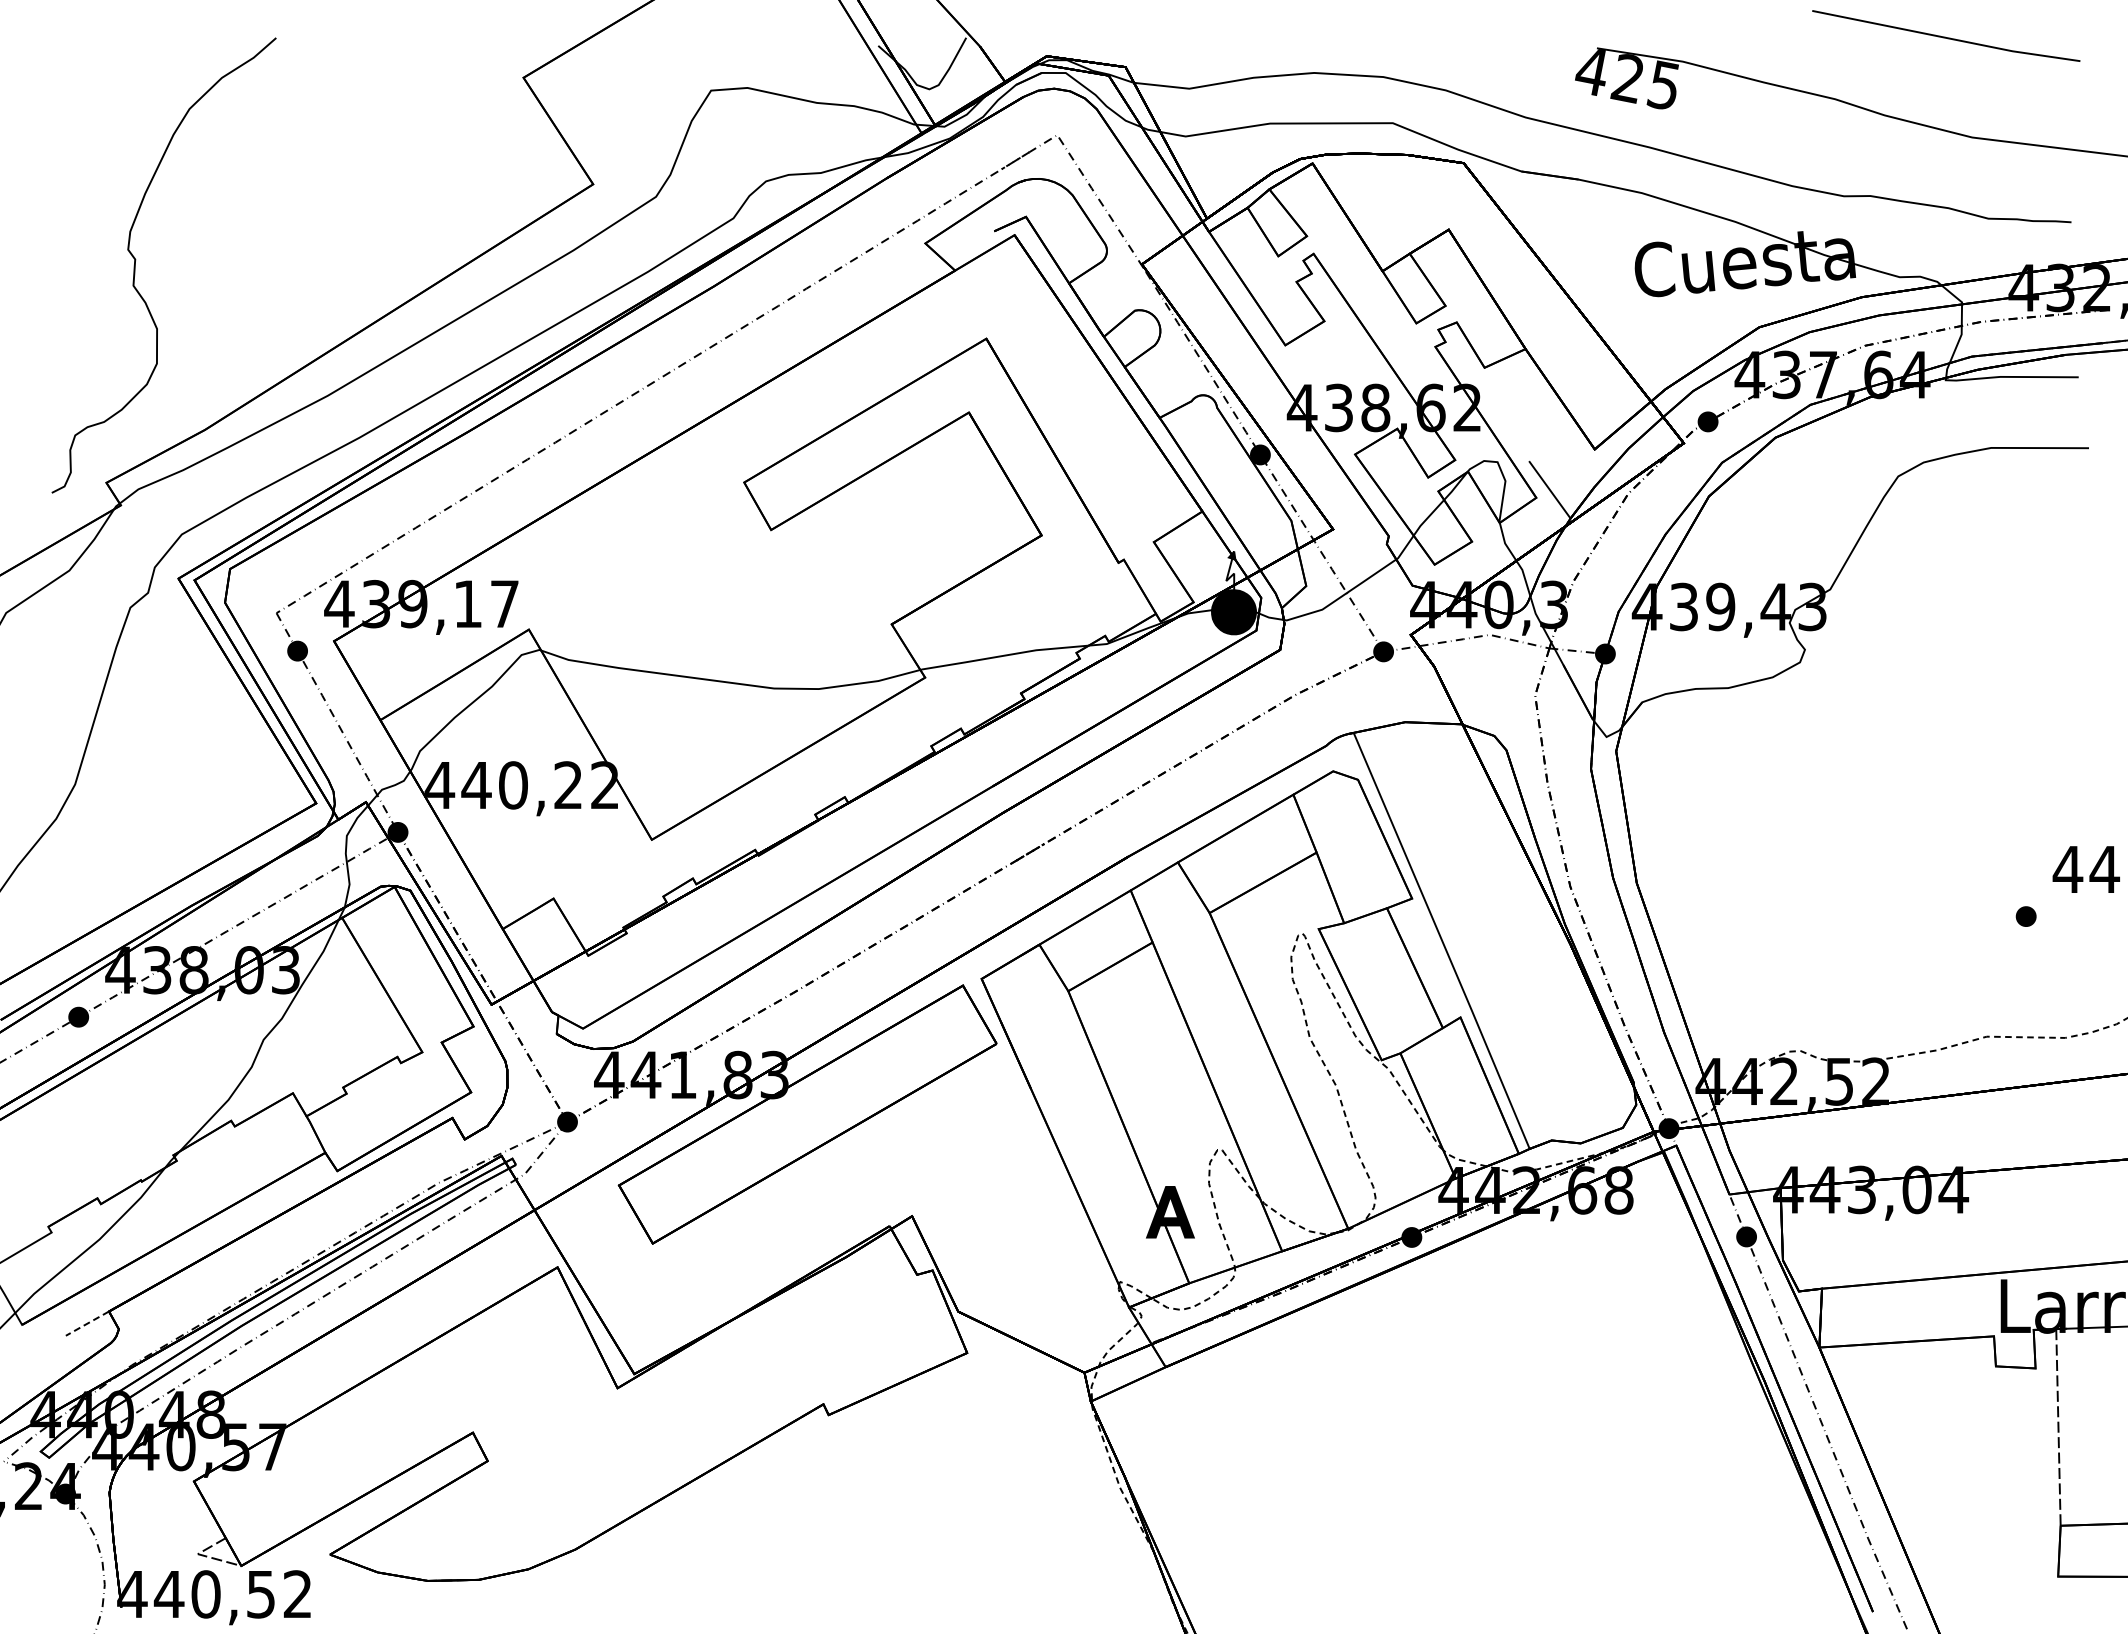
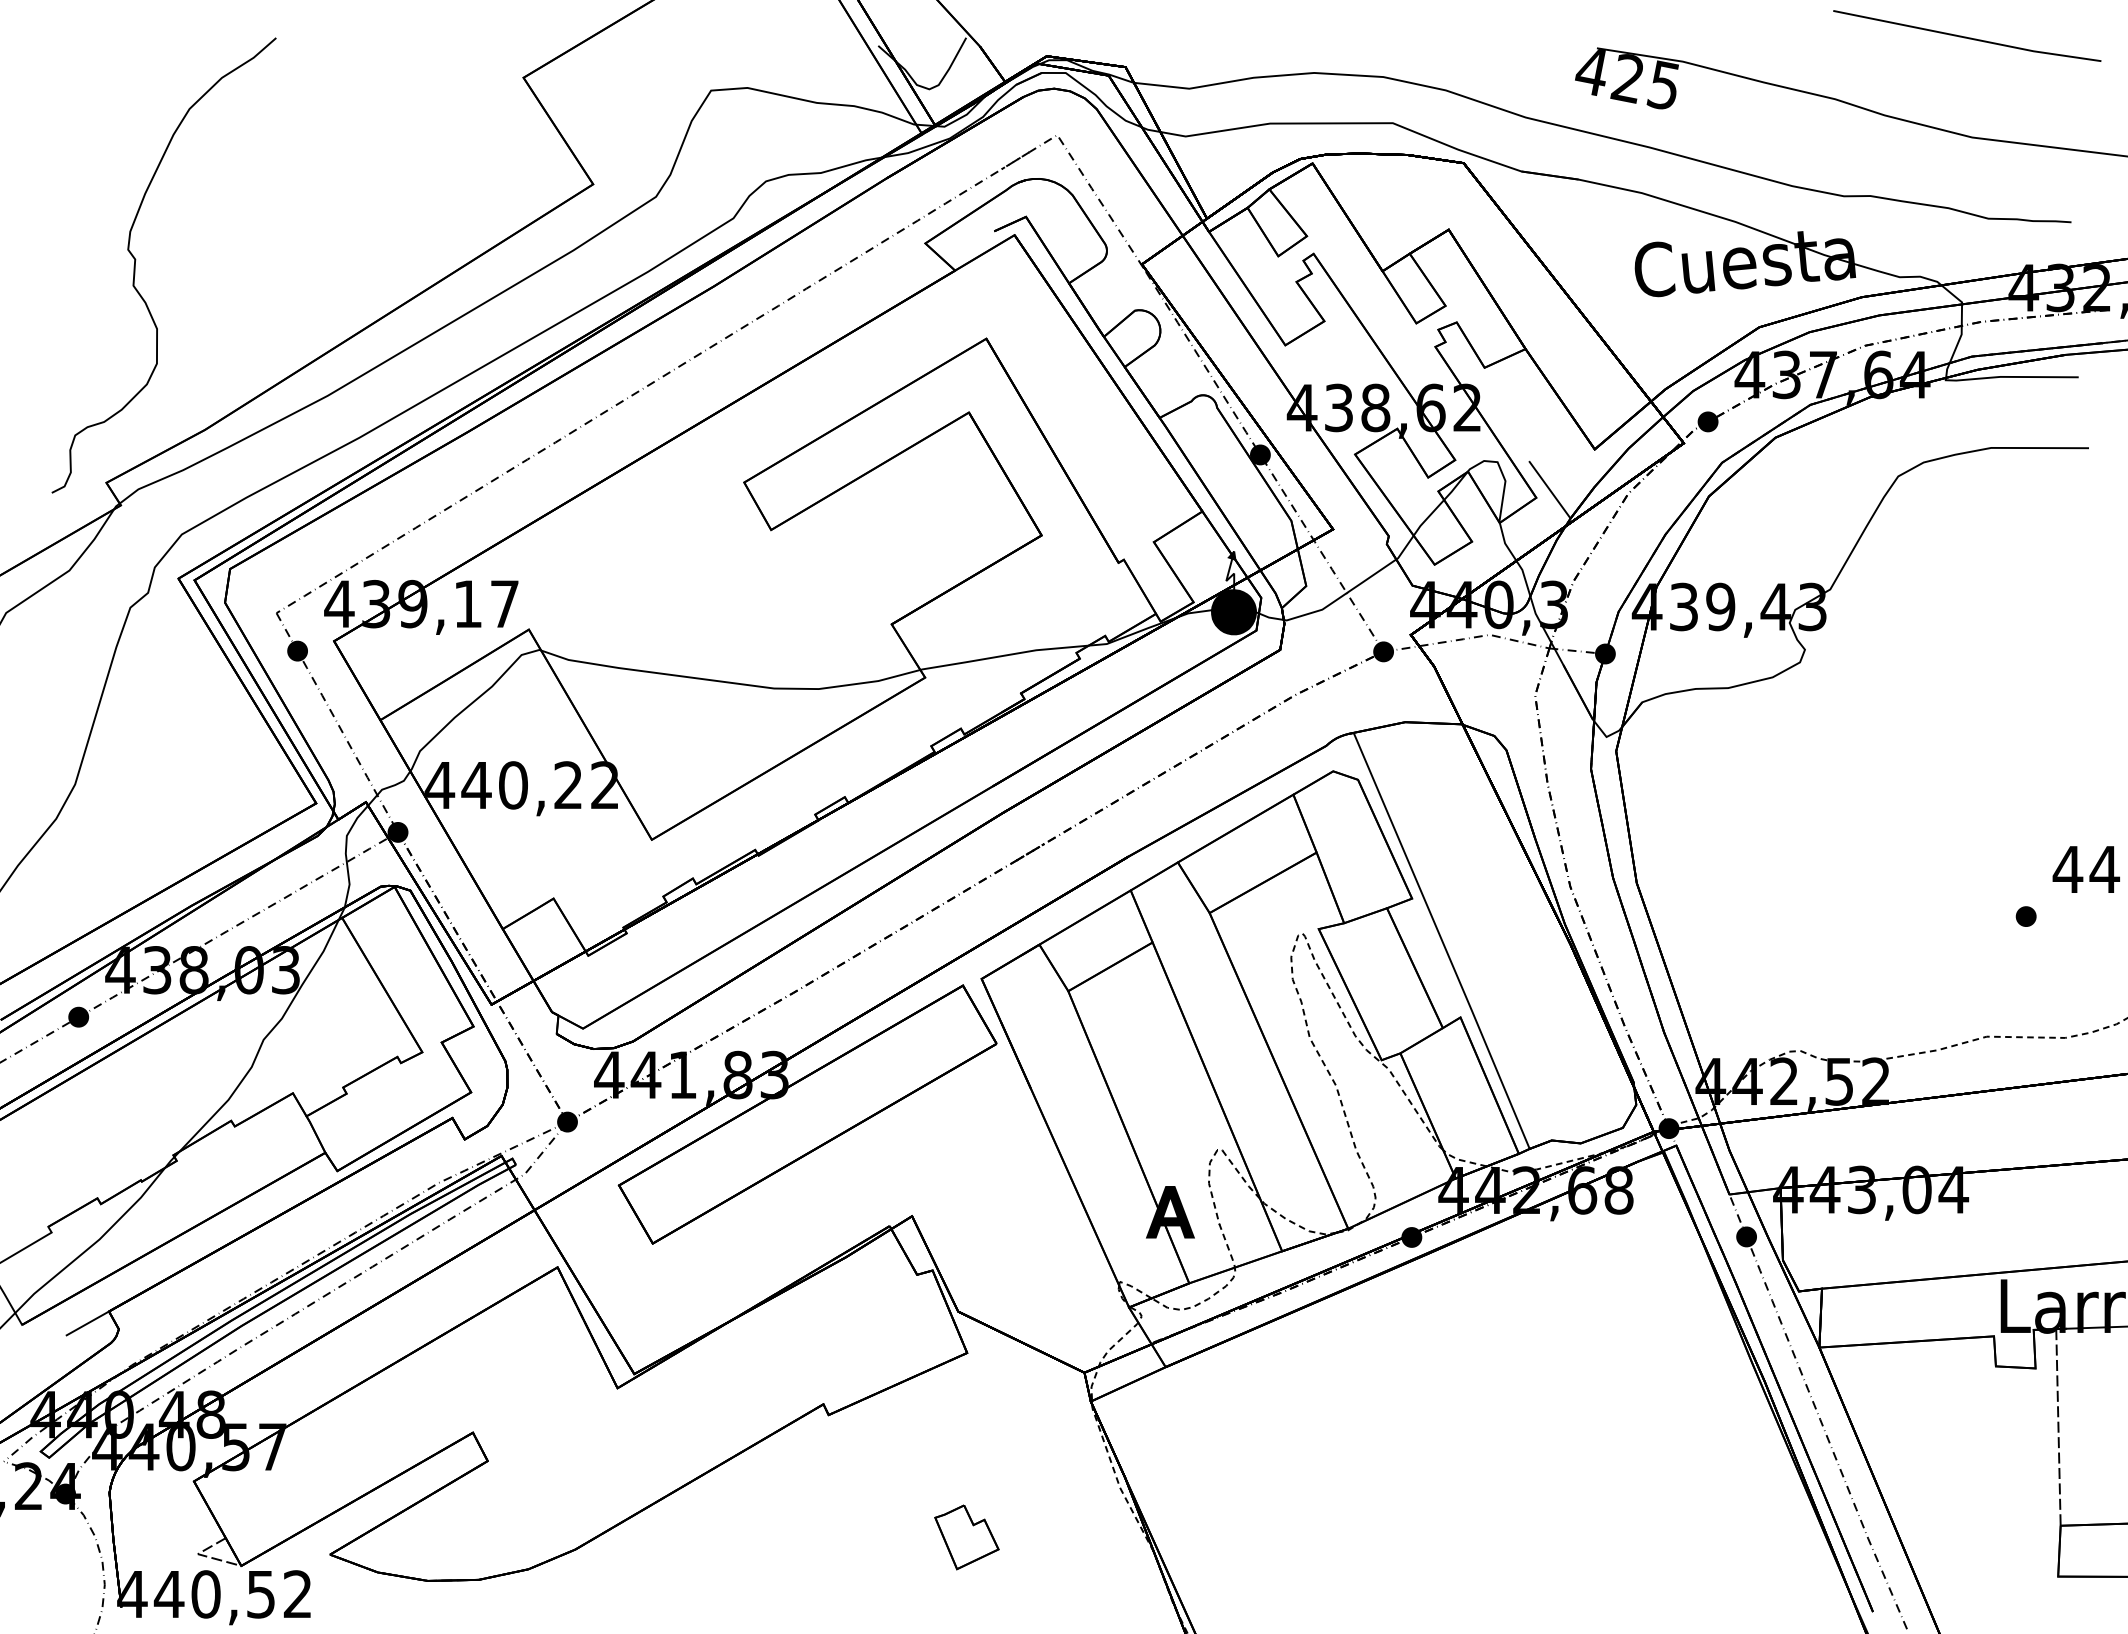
line at (1945, 36) position: (1945, 36) -> (1966, 36)
line at (87, 1323): dashed -> solid
part at (966, 1537): none -> present
